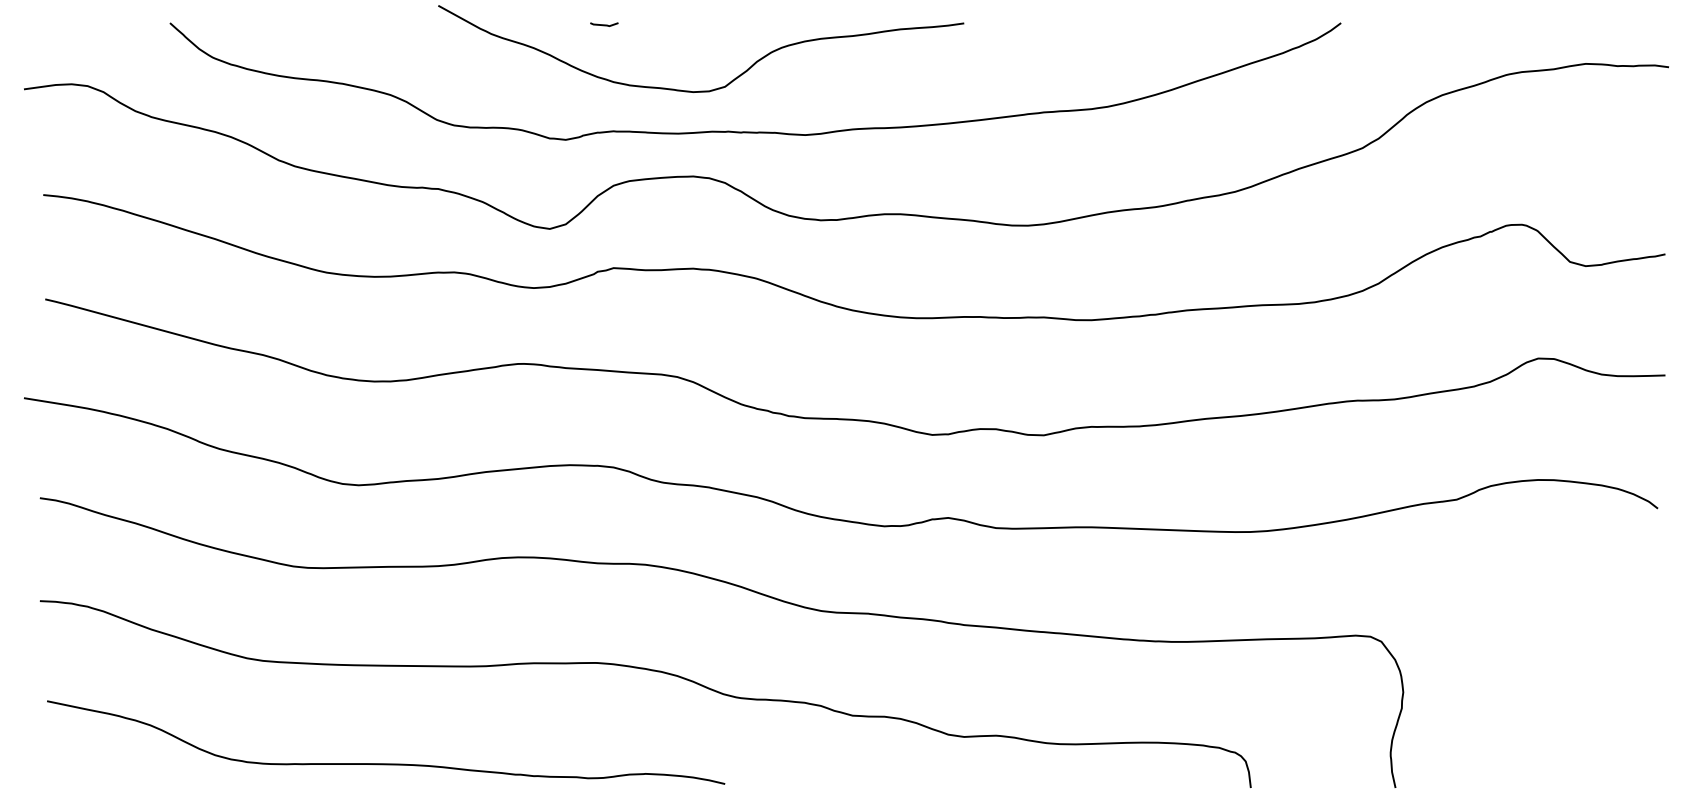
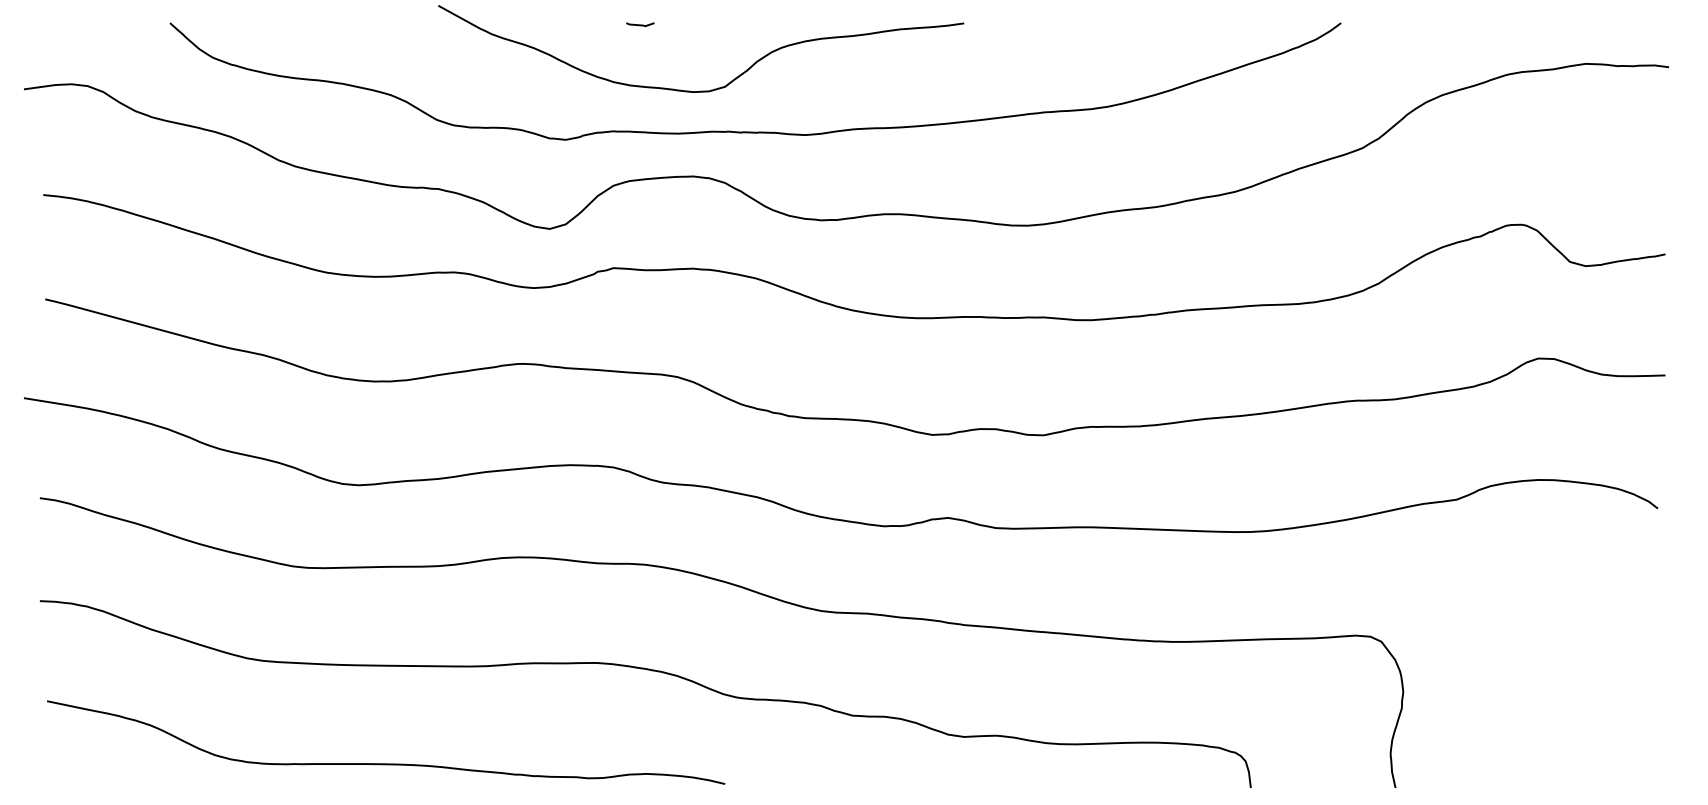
line at (604, 24) position: (604, 24) -> (640, 24)
